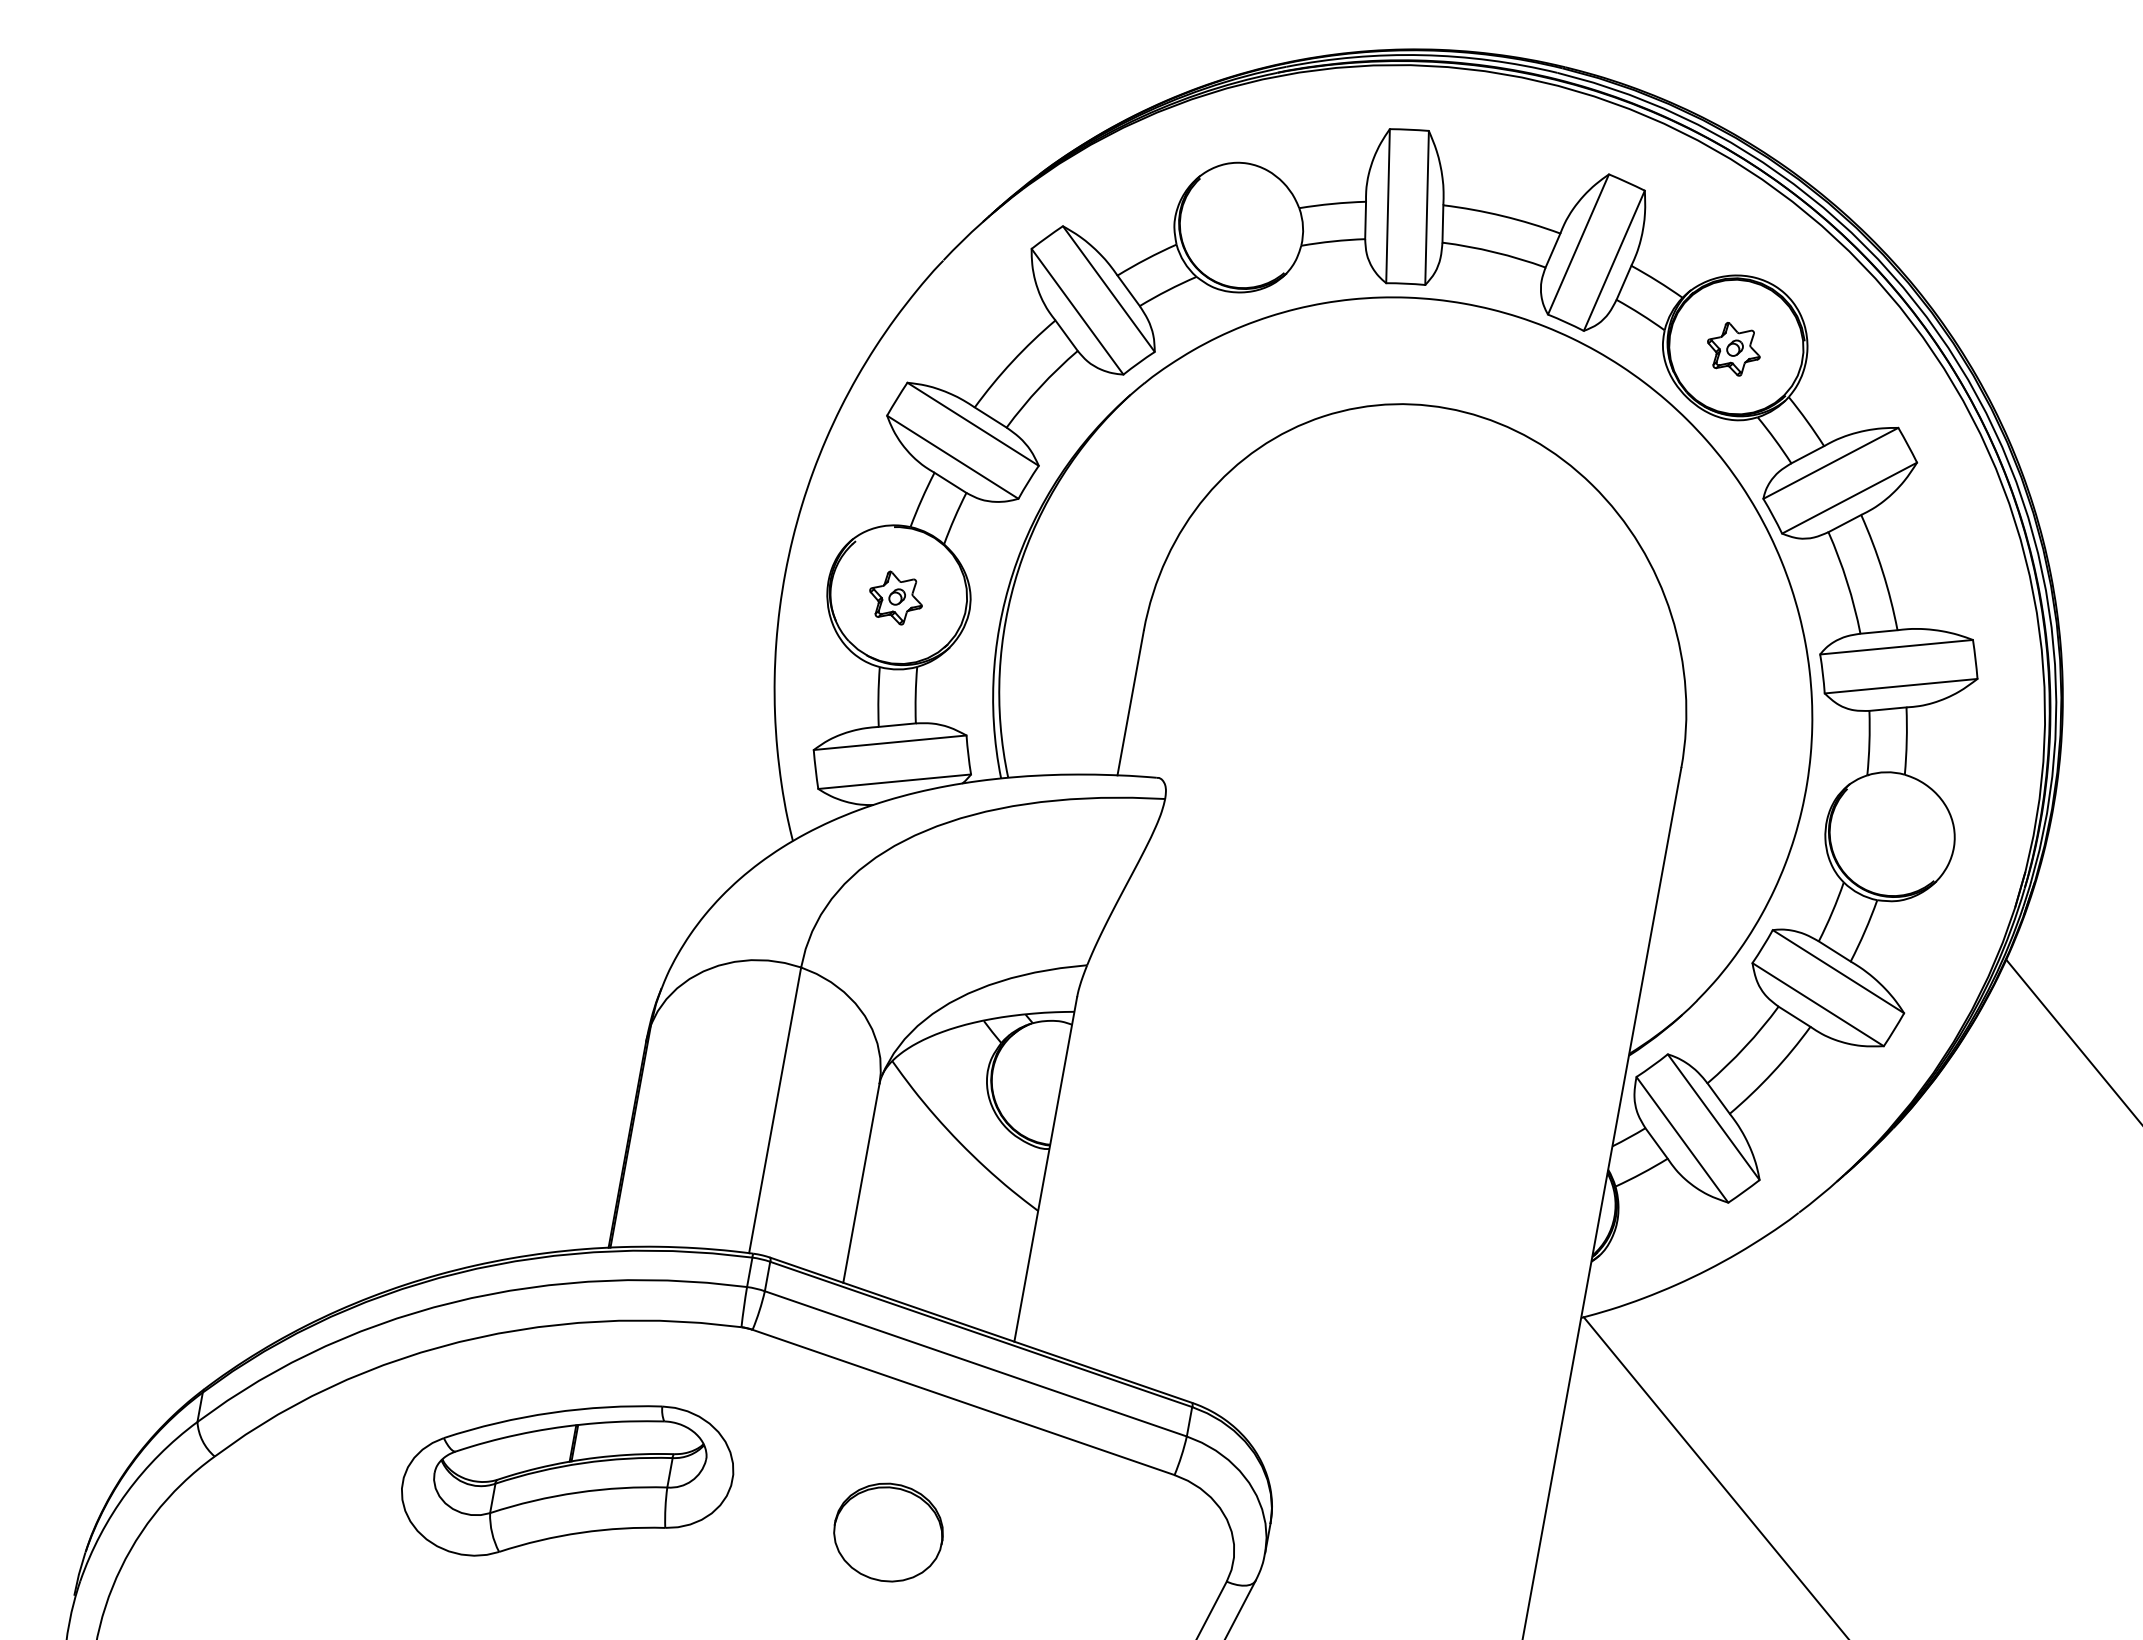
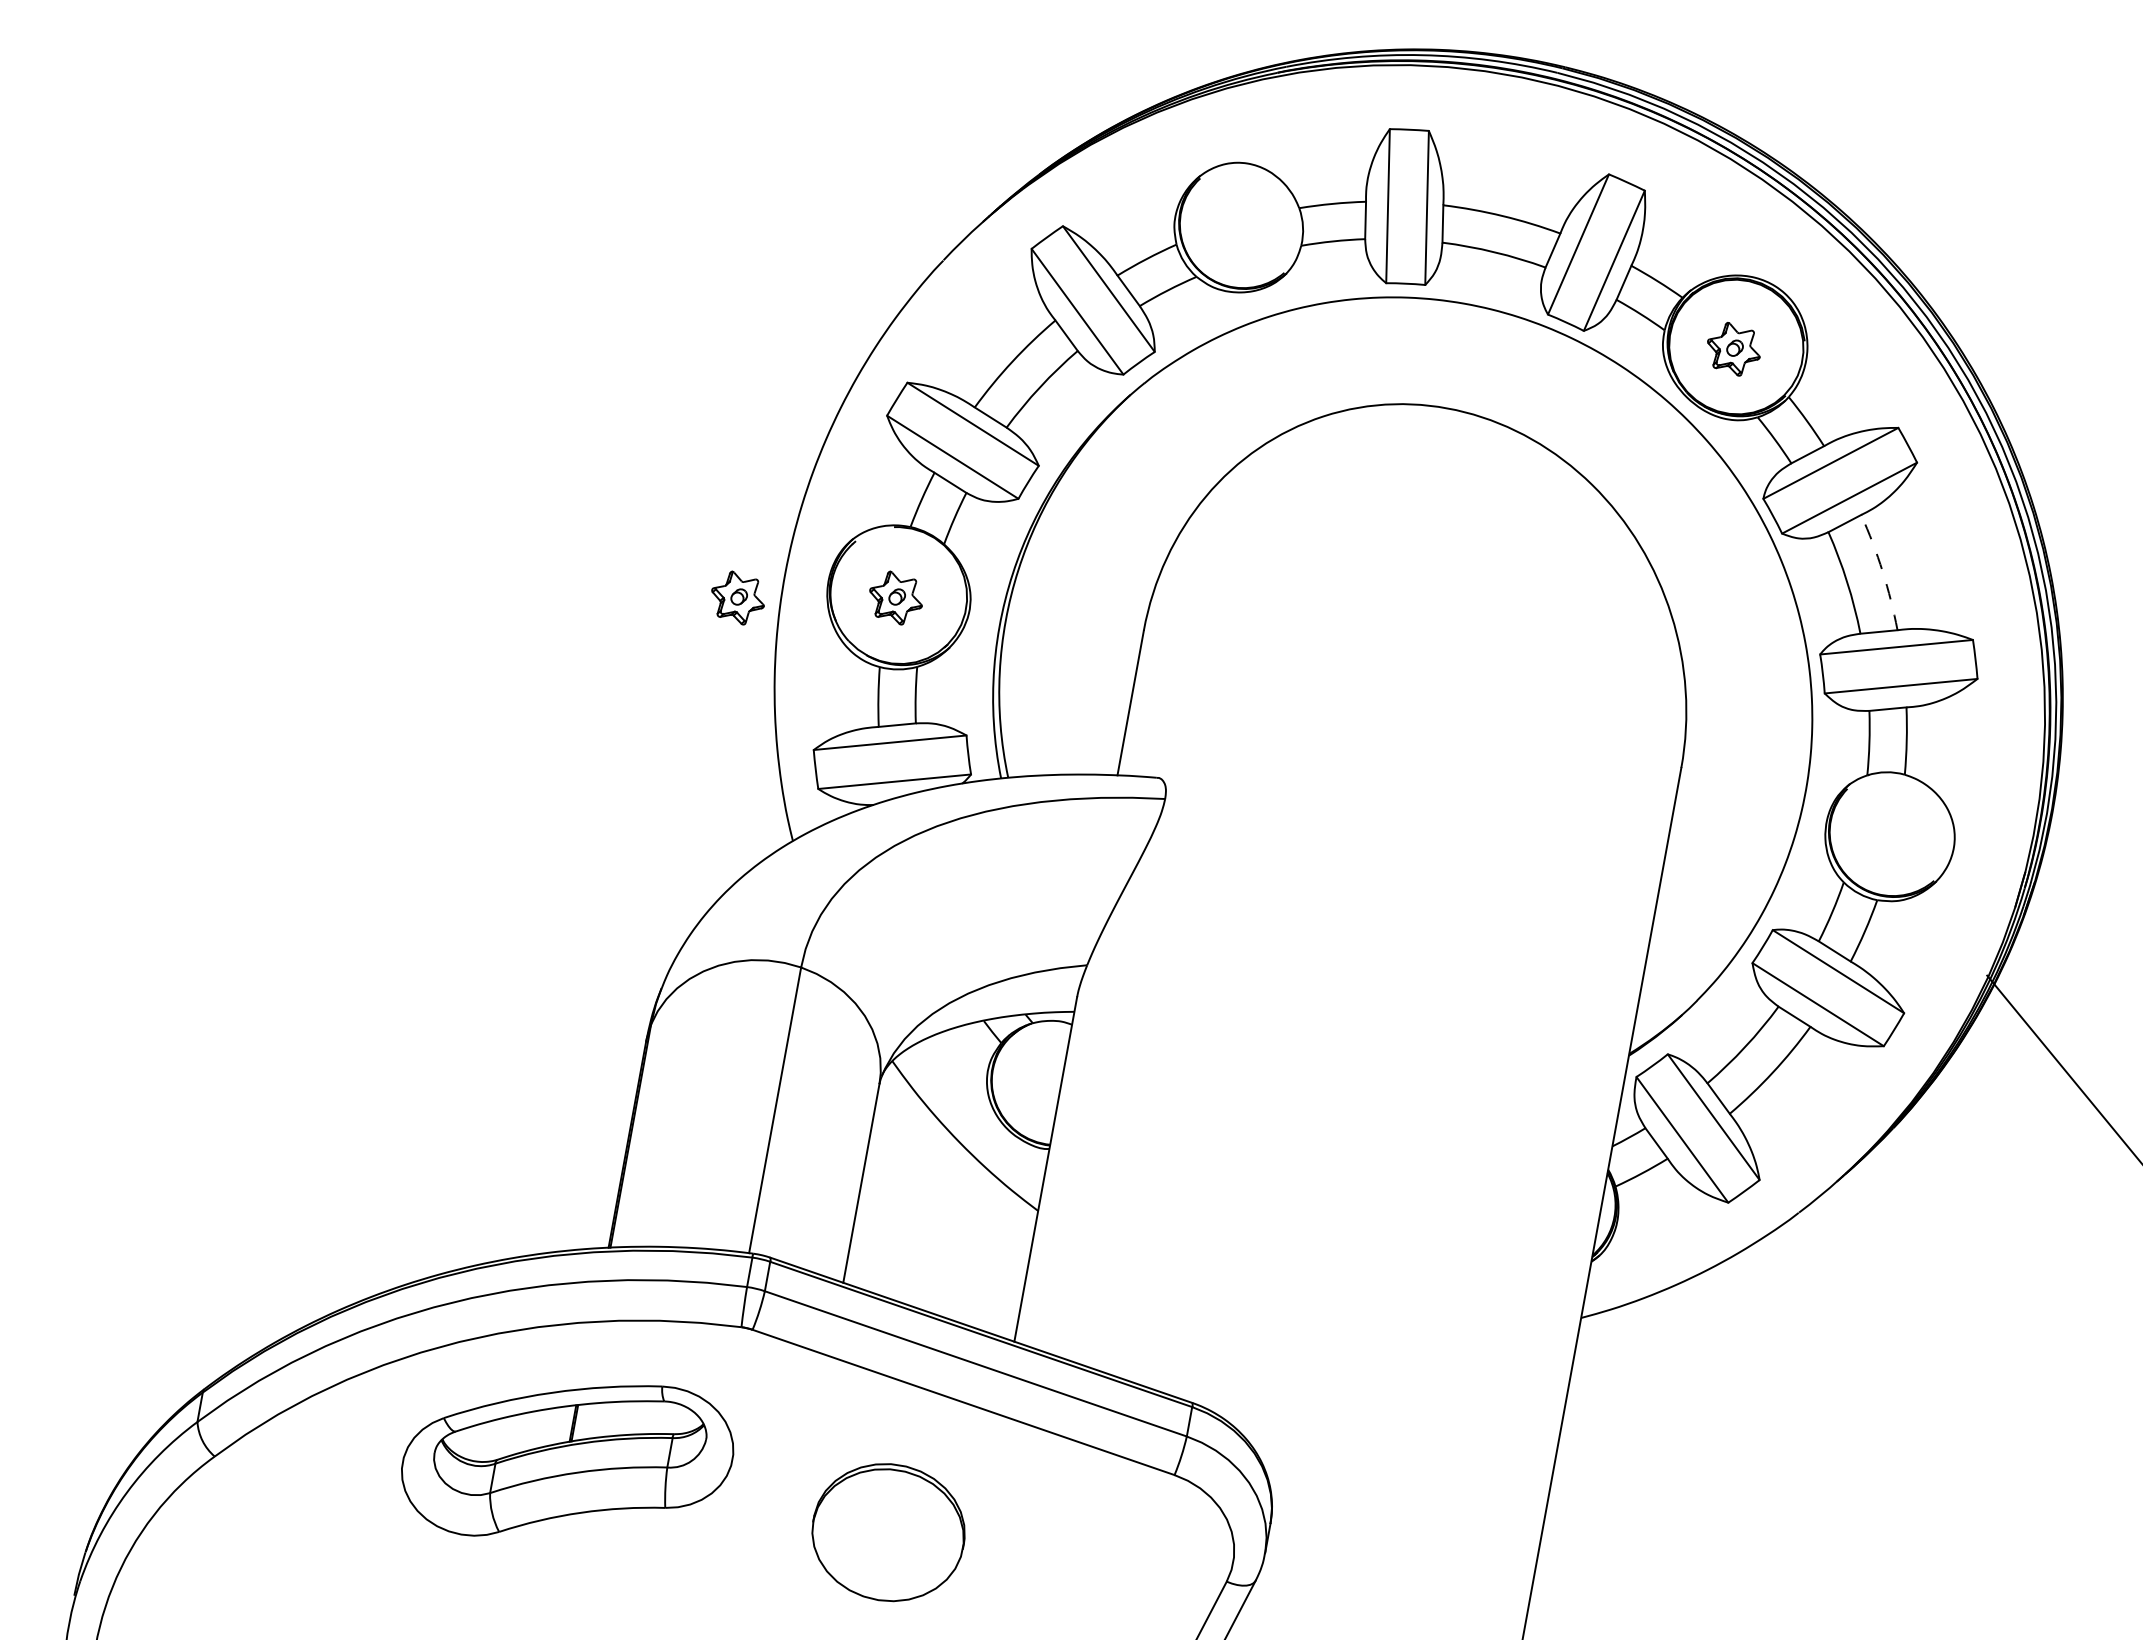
arc at (1882, 571): solid -> dashed
part at (737, 597): none -> present
line at (2072, 1040) position: (2072, 1040) -> (2063, 1068)
line at (1714, 1476): present -> none
part at (567, 1480) position: (567, 1480) -> (567, 1460)
part at (888, 1532) size: 111x101 px -> 155x140 px
